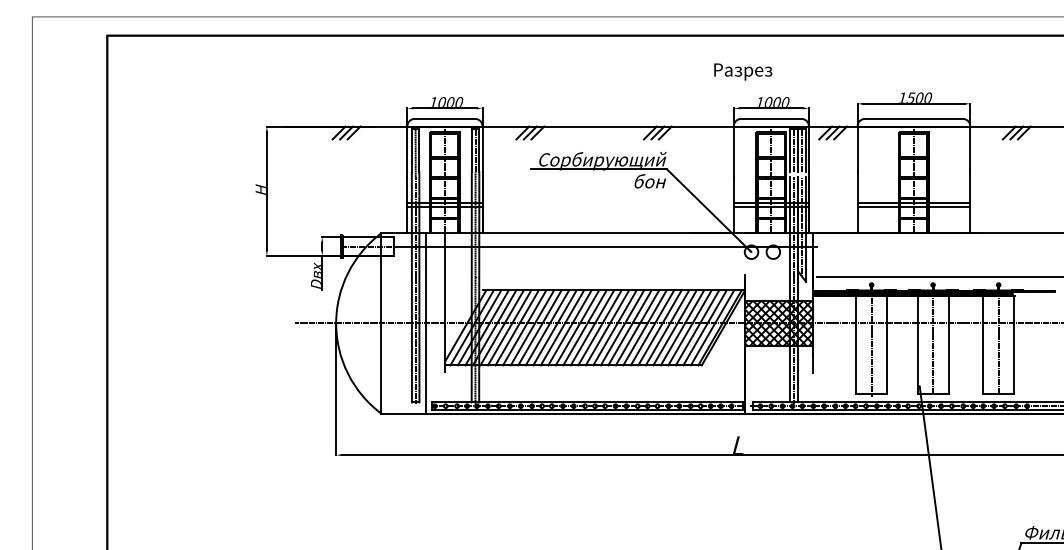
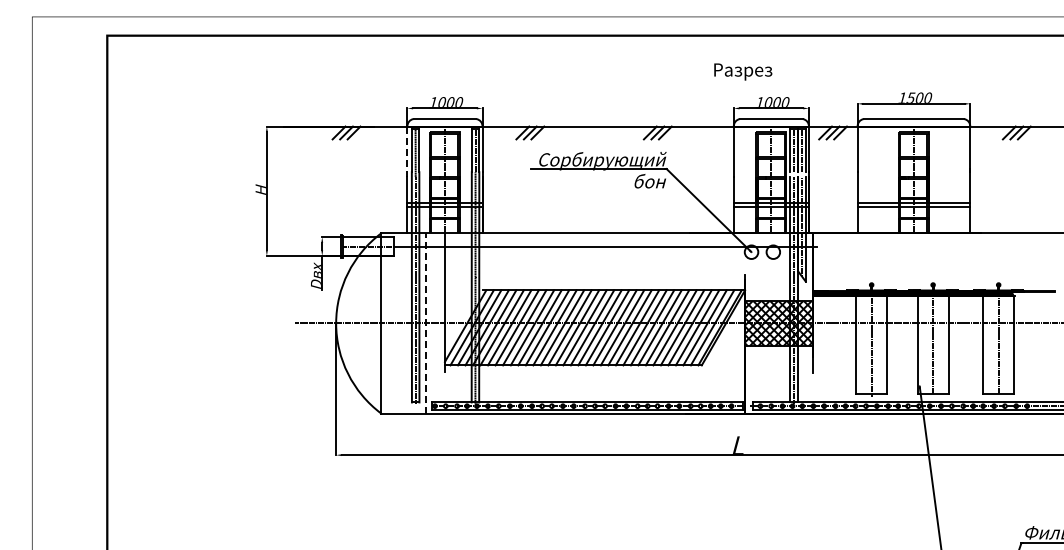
line at (407, 152): solid -> dashed
line at (938, 276): present -> none
line at (426, 322): solid -> dashed
